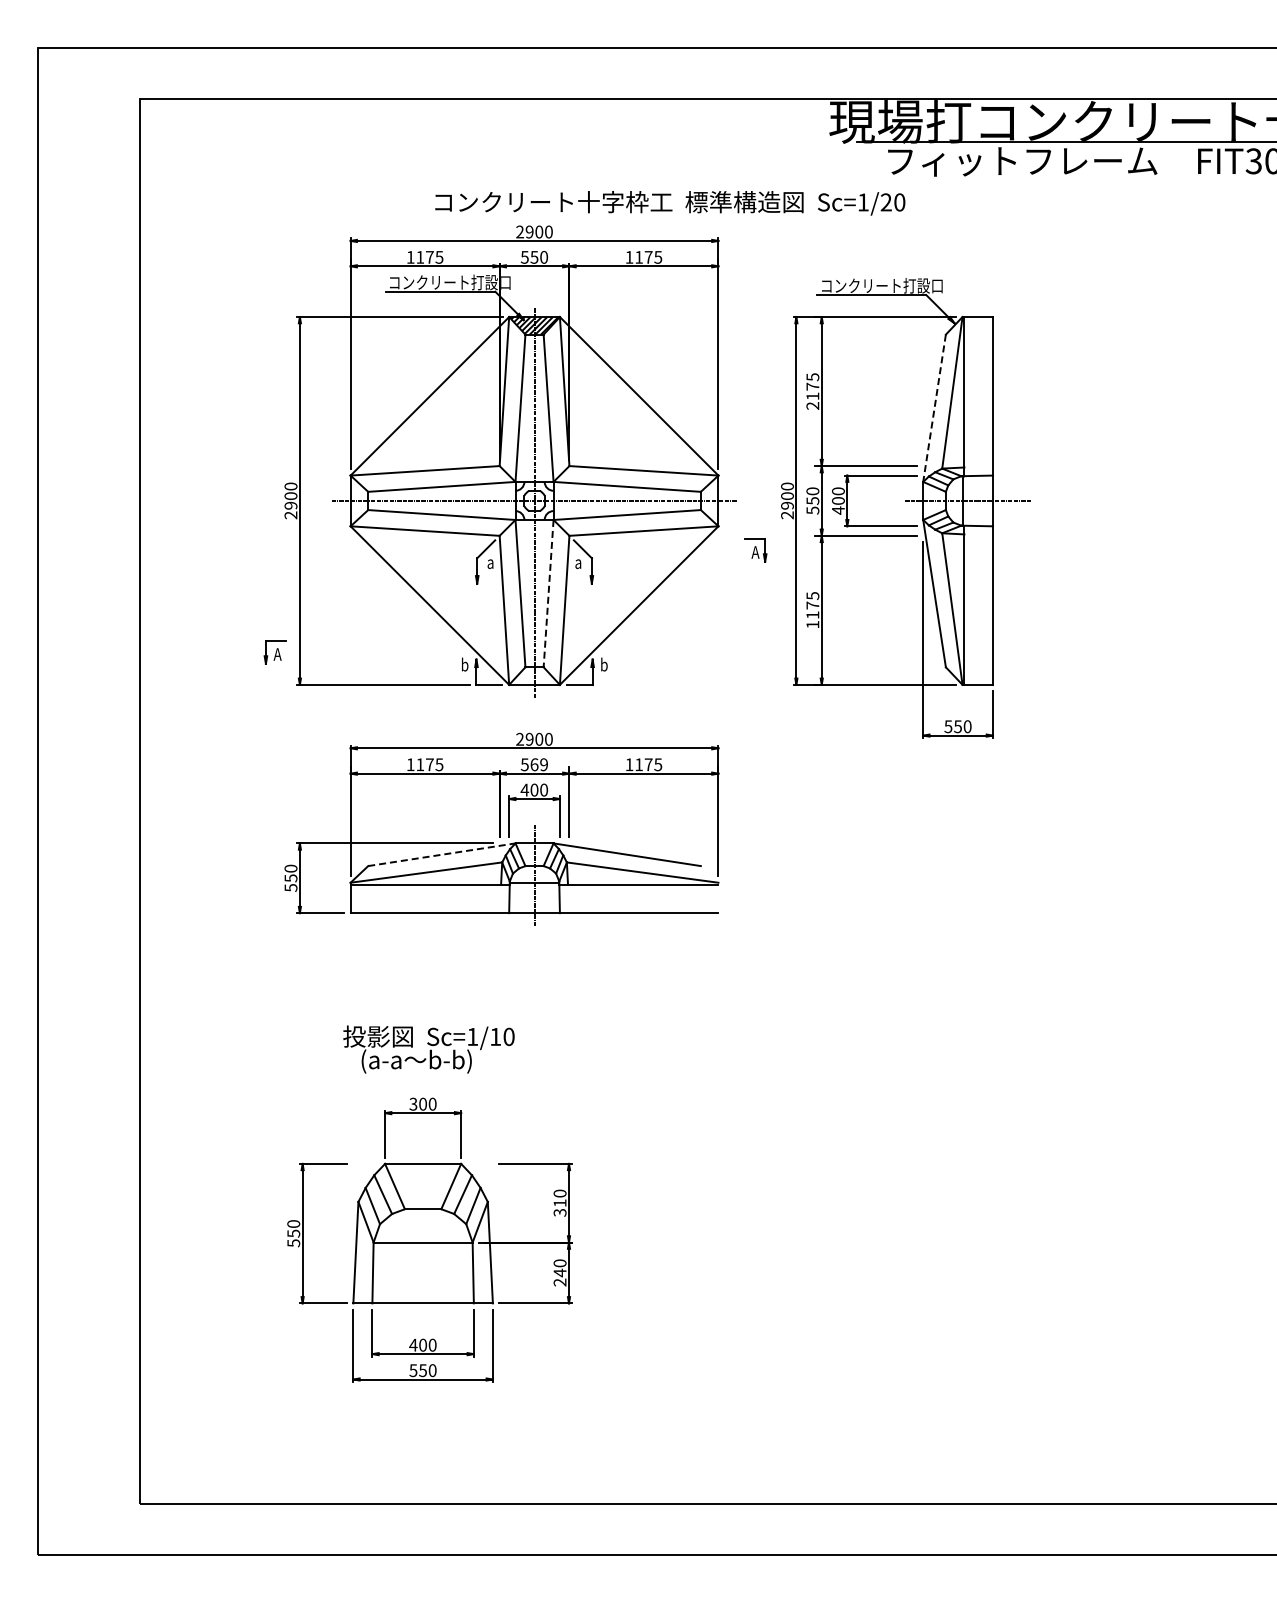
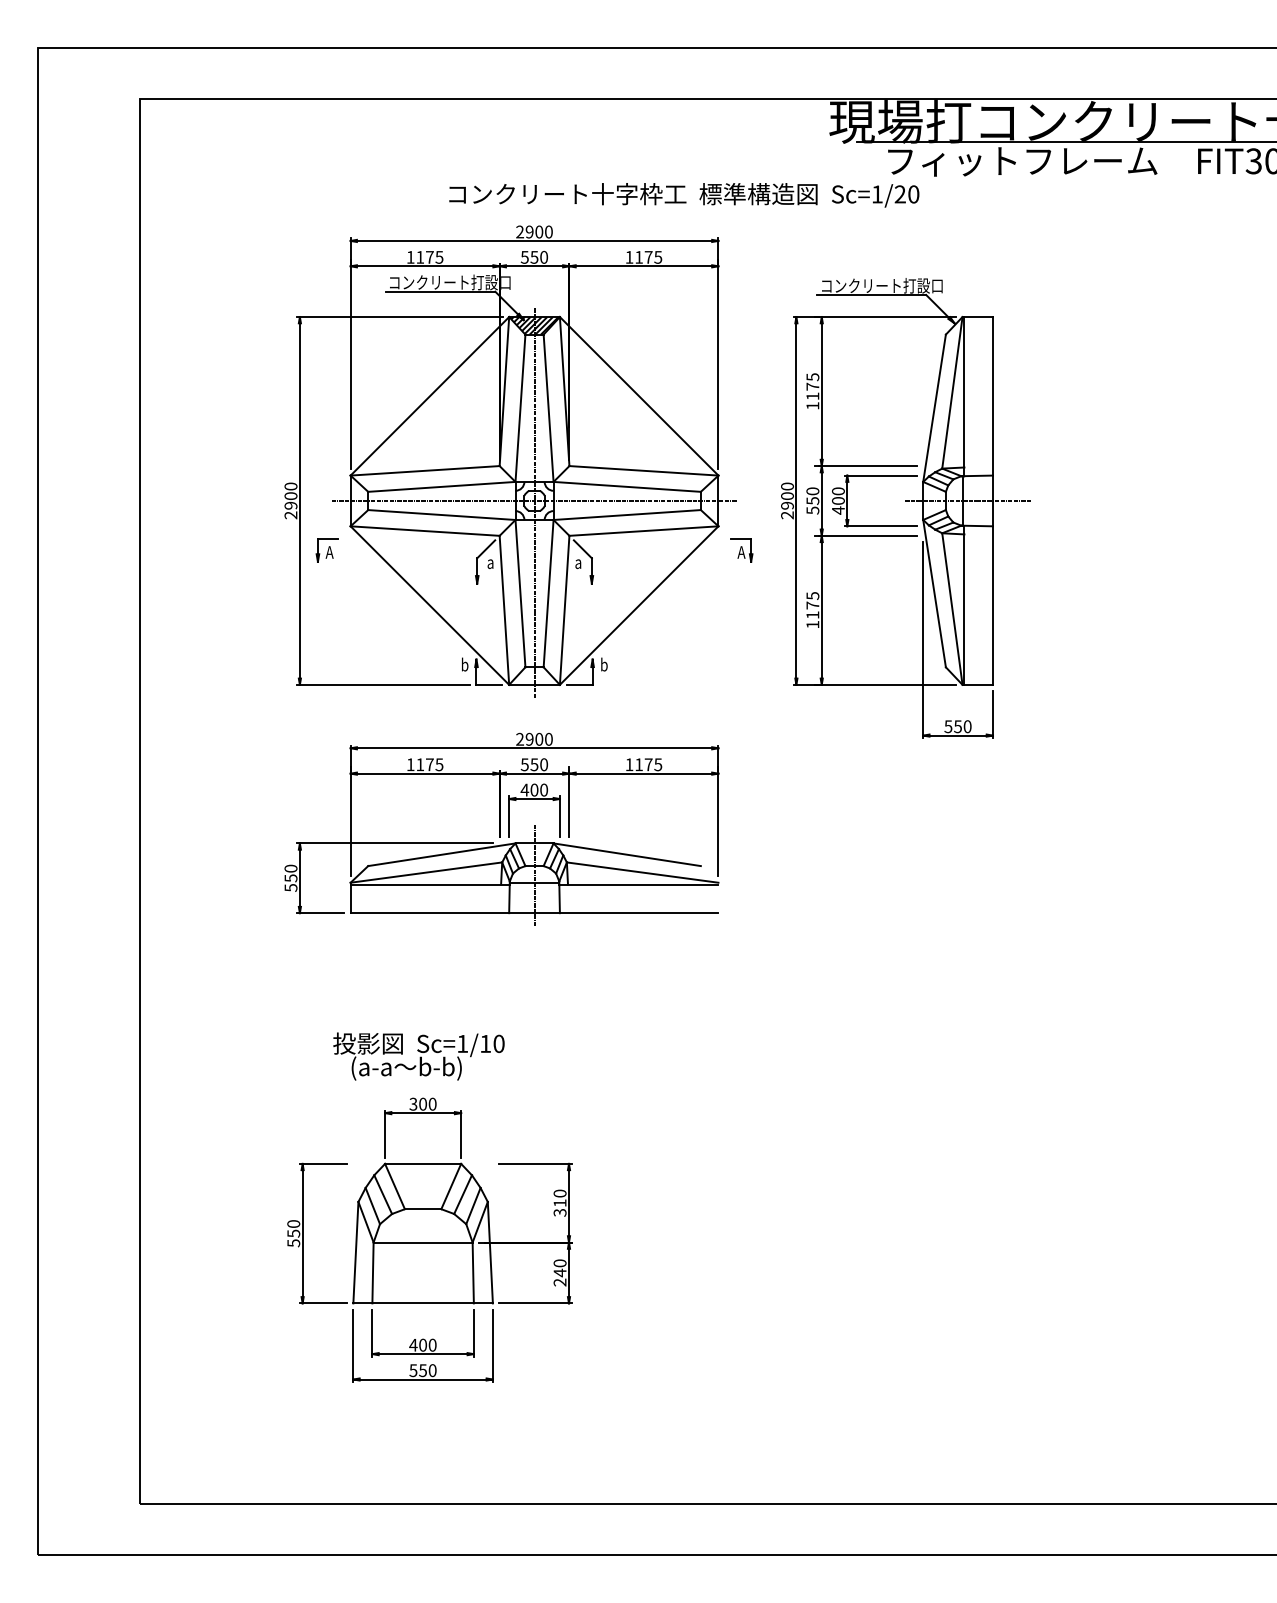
text at (670, 203) position: (670, 203) -> (684, 195)
text at (812, 405): 2175 -> 1175
line at (934, 408): dashed -> solid
part at (755, 550) position: (755, 550) -> (741, 550)
line at (548, 593): dashed -> solid
part at (274, 652) position: (274, 652) -> (326, 550)
text at (538, 764): 569 -> 550
line at (441, 854): dashed -> solid
text at (428, 1049) position: (428, 1049) -> (418, 1056)
